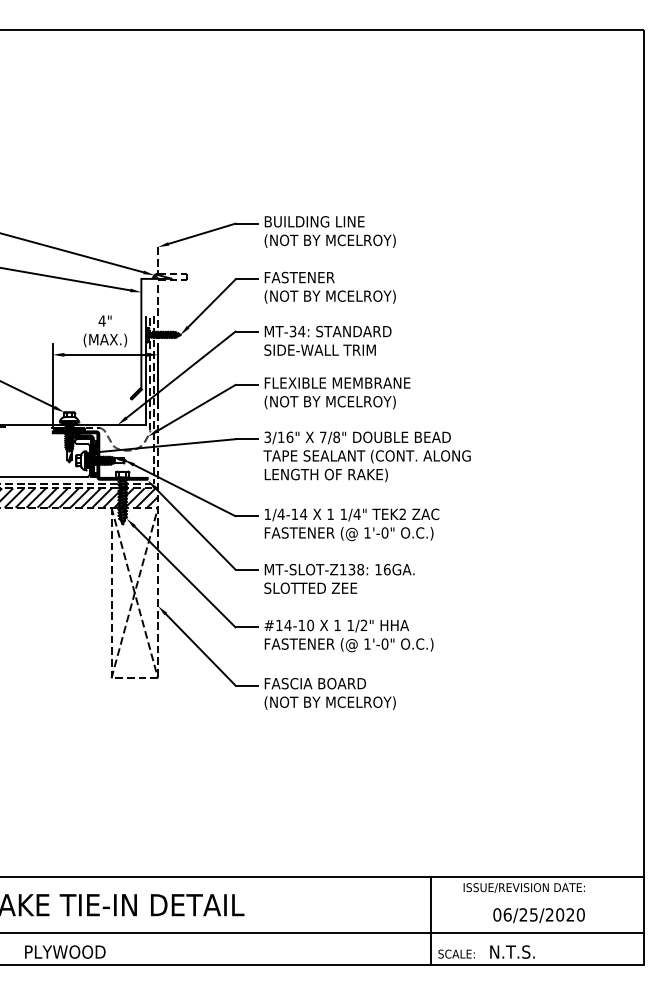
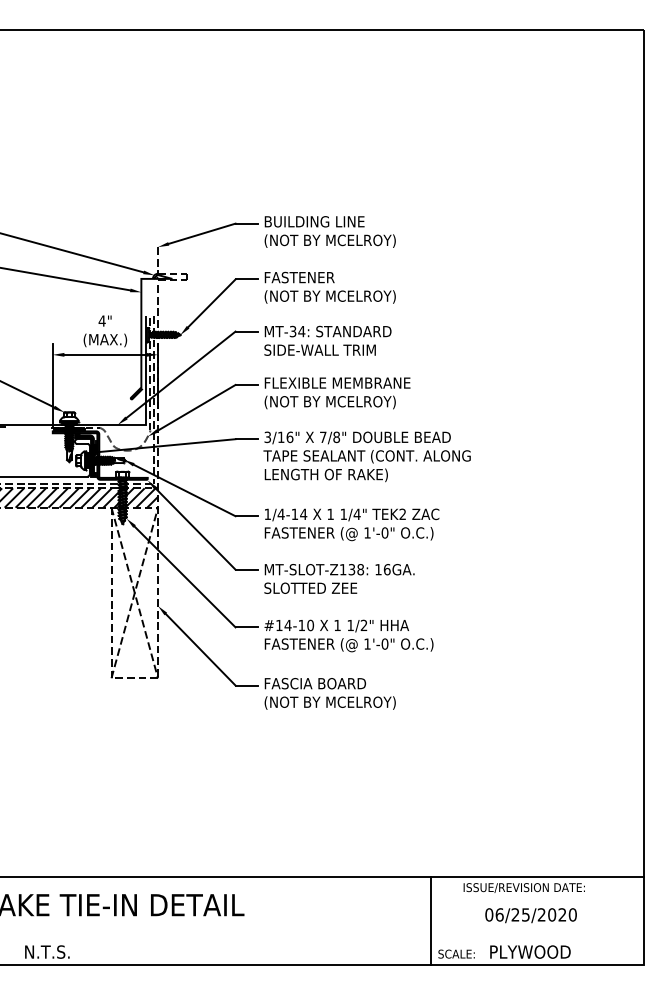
text at (538, 915) position: (538, 915) -> (530, 915)
line at (323, 932): present -> none
text at (65, 951): PLYWOOD -> N.T.S.
text at (530, 951): N.T.S. -> PLYWOOD
